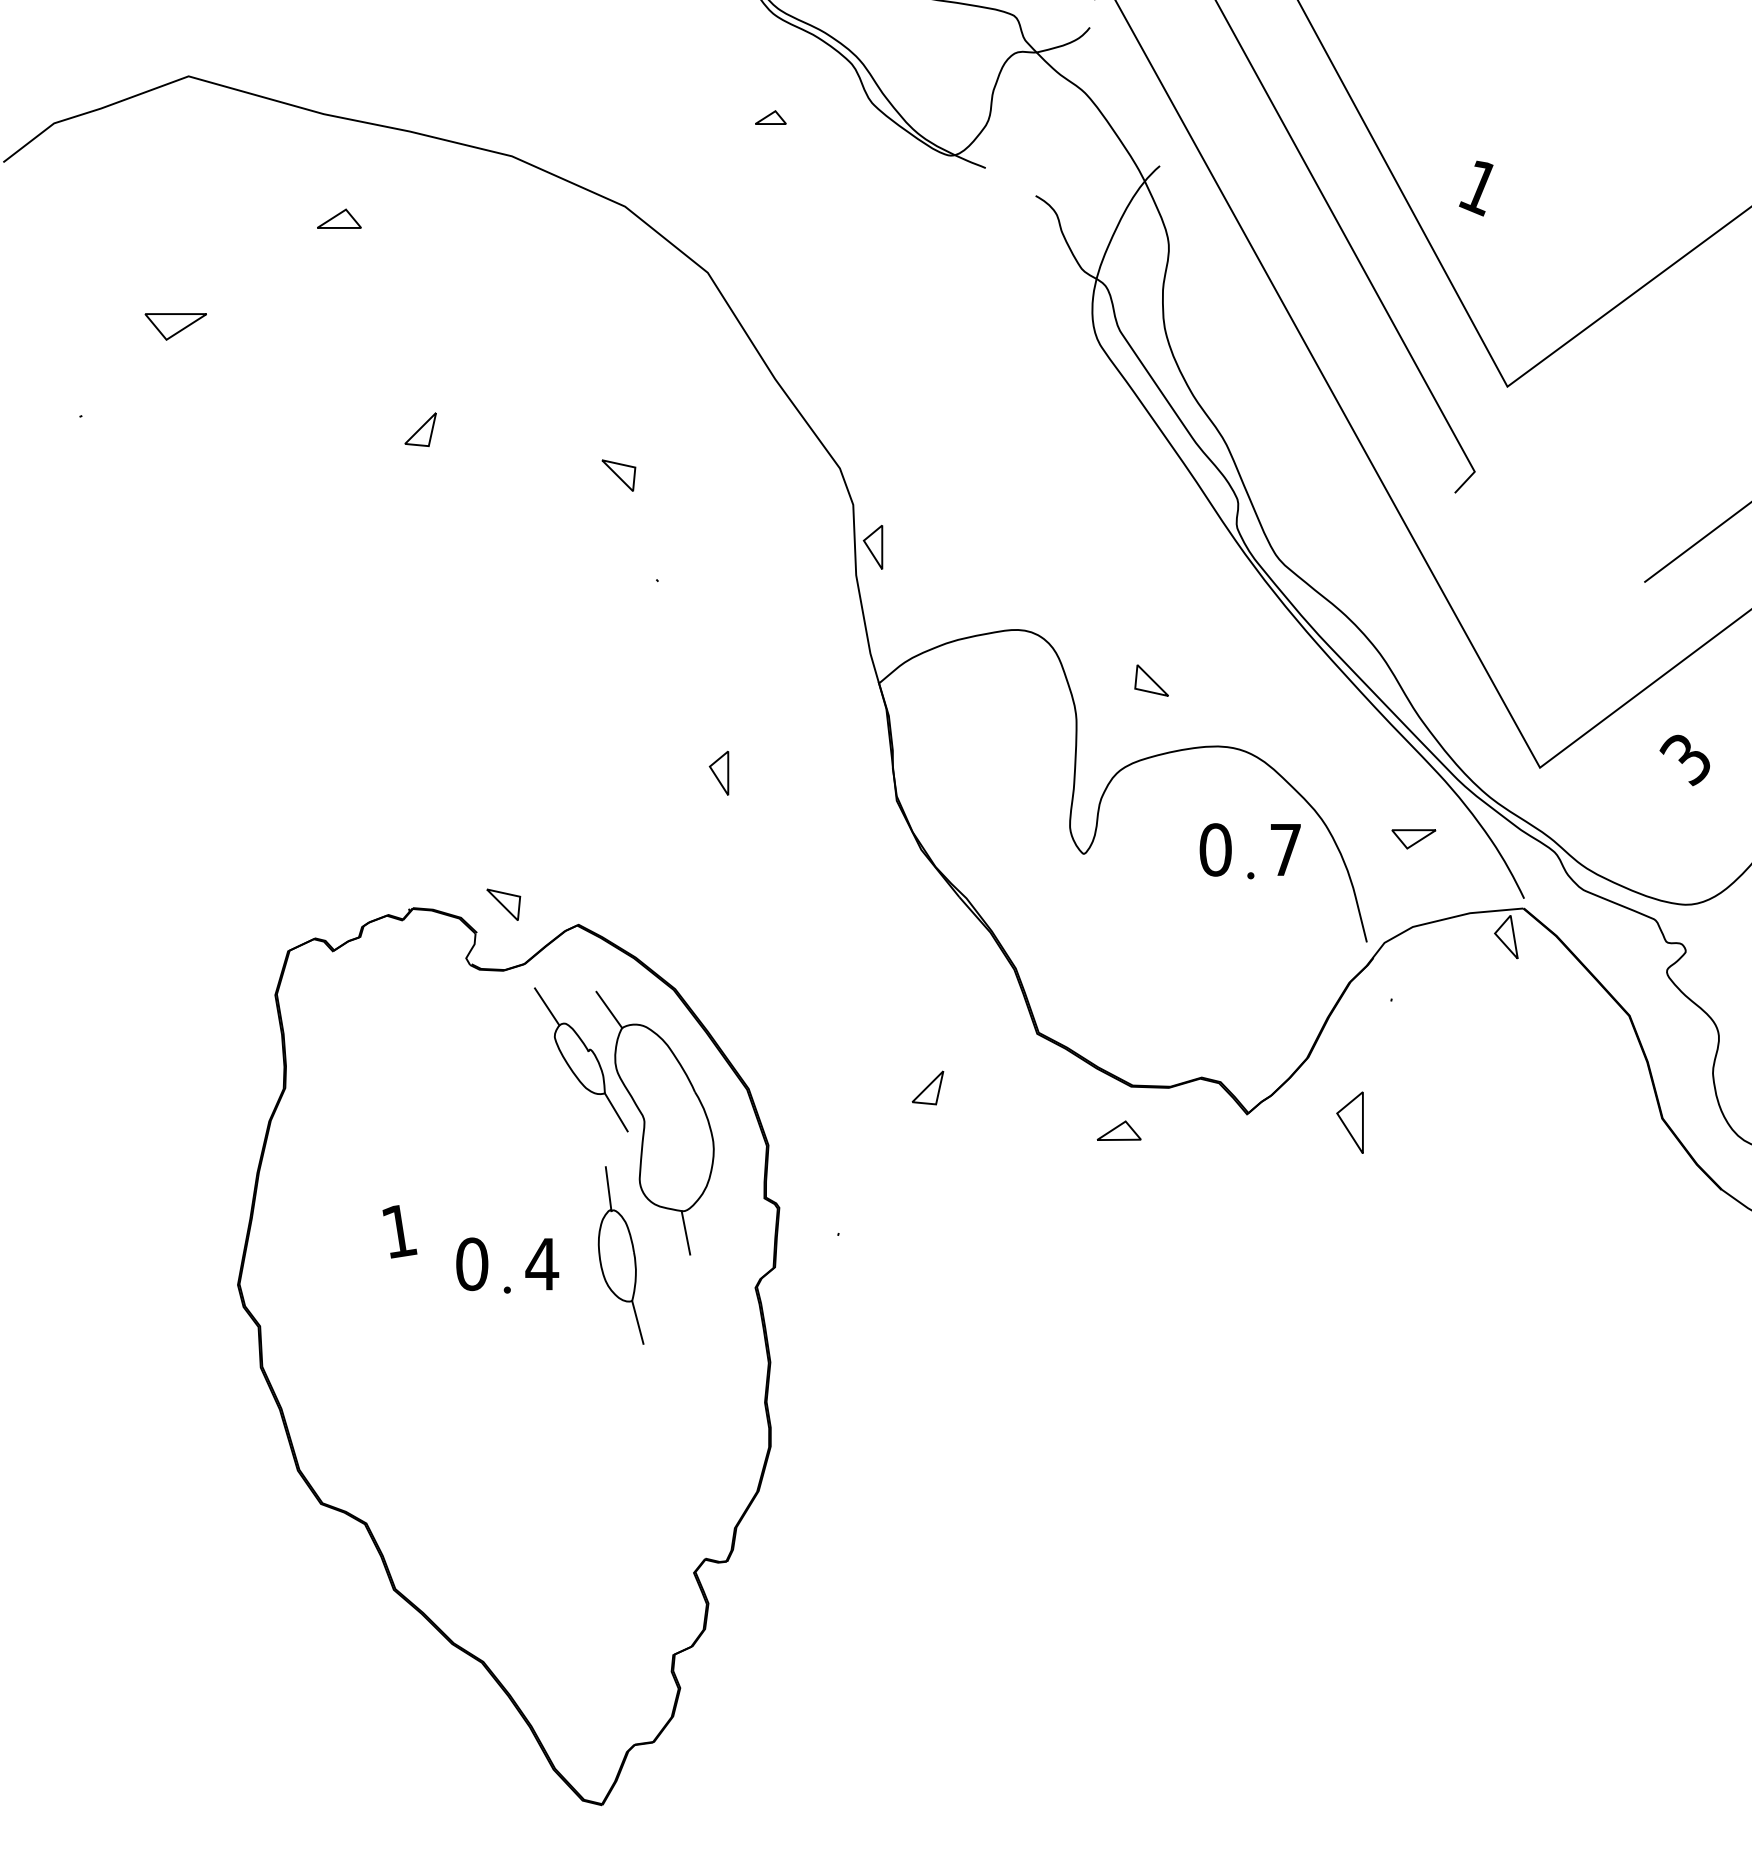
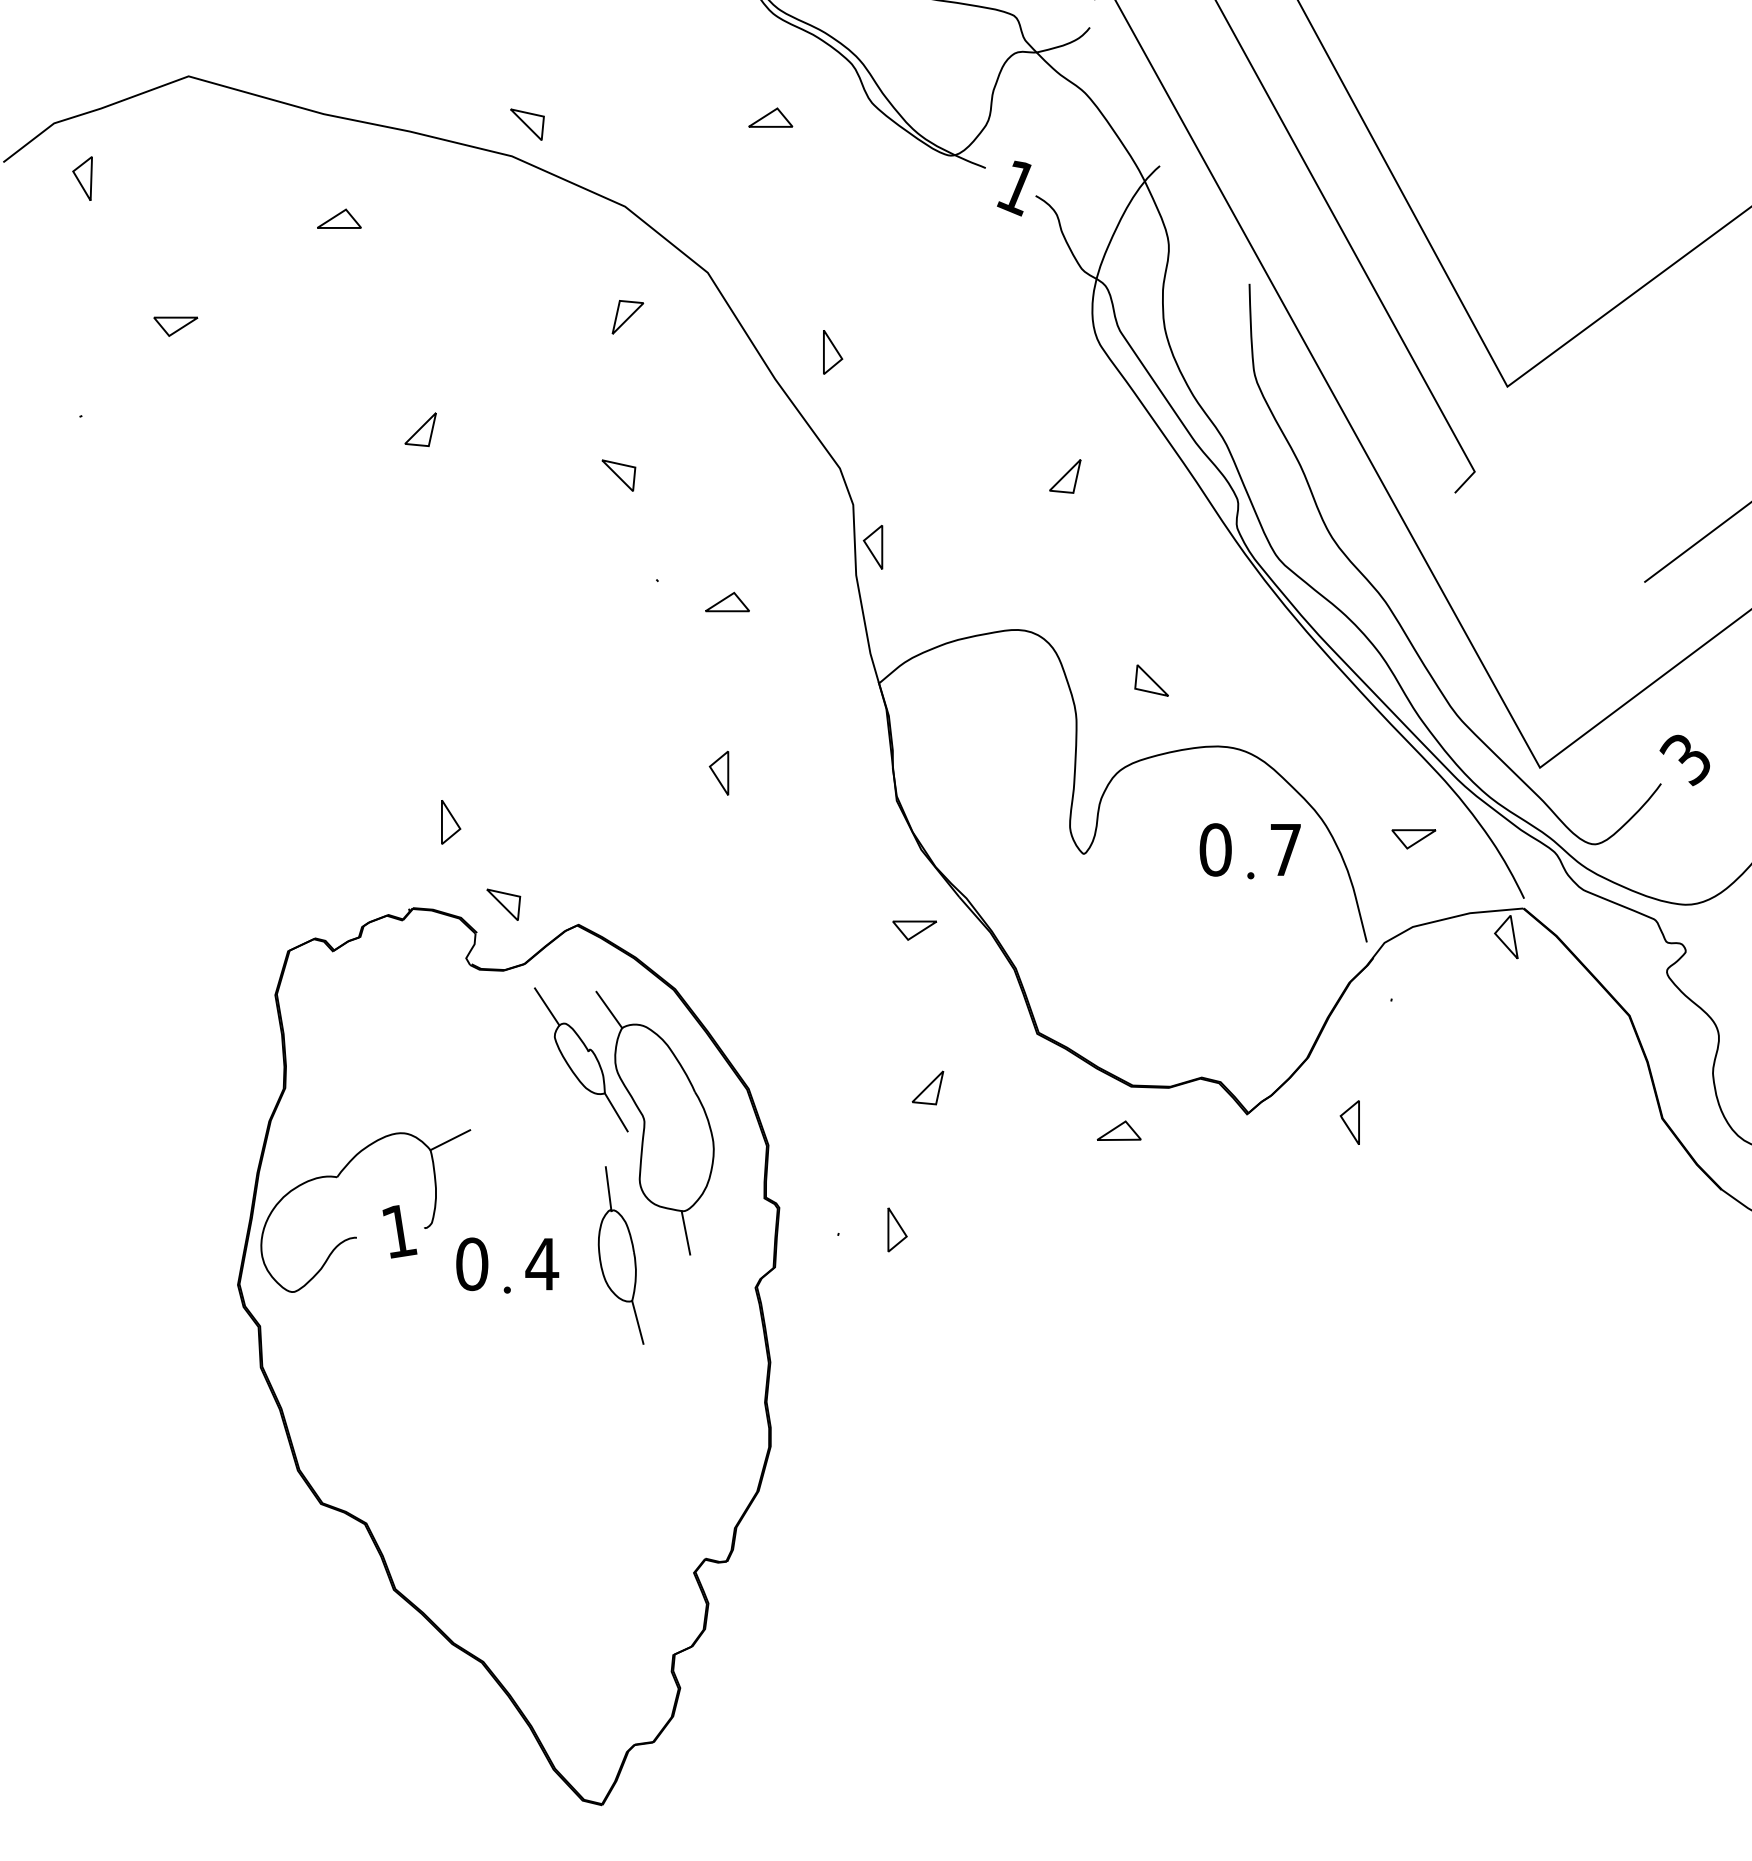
part at (770, 117) size: 32x15 px -> 46x21 px
part at (527, 124): none -> present
part at (82, 178): none -> present
text at (1476, 188) position: (1476, 188) -> (1014, 188)
part at (627, 317): none -> present
part at (175, 326) size: 63x28 px -> 46x21 px
part at (833, 352): none -> present
part at (1065, 476): none -> present
part at (727, 601): none -> present
curve at (1390, 607): none -> present
part at (451, 822): none -> present
part at (914, 930): none -> present
part at (1349, 1122) size: 28x63 px -> 21x45 px
part at (897, 1229): none -> present
part at (356, 1236): none -> present
